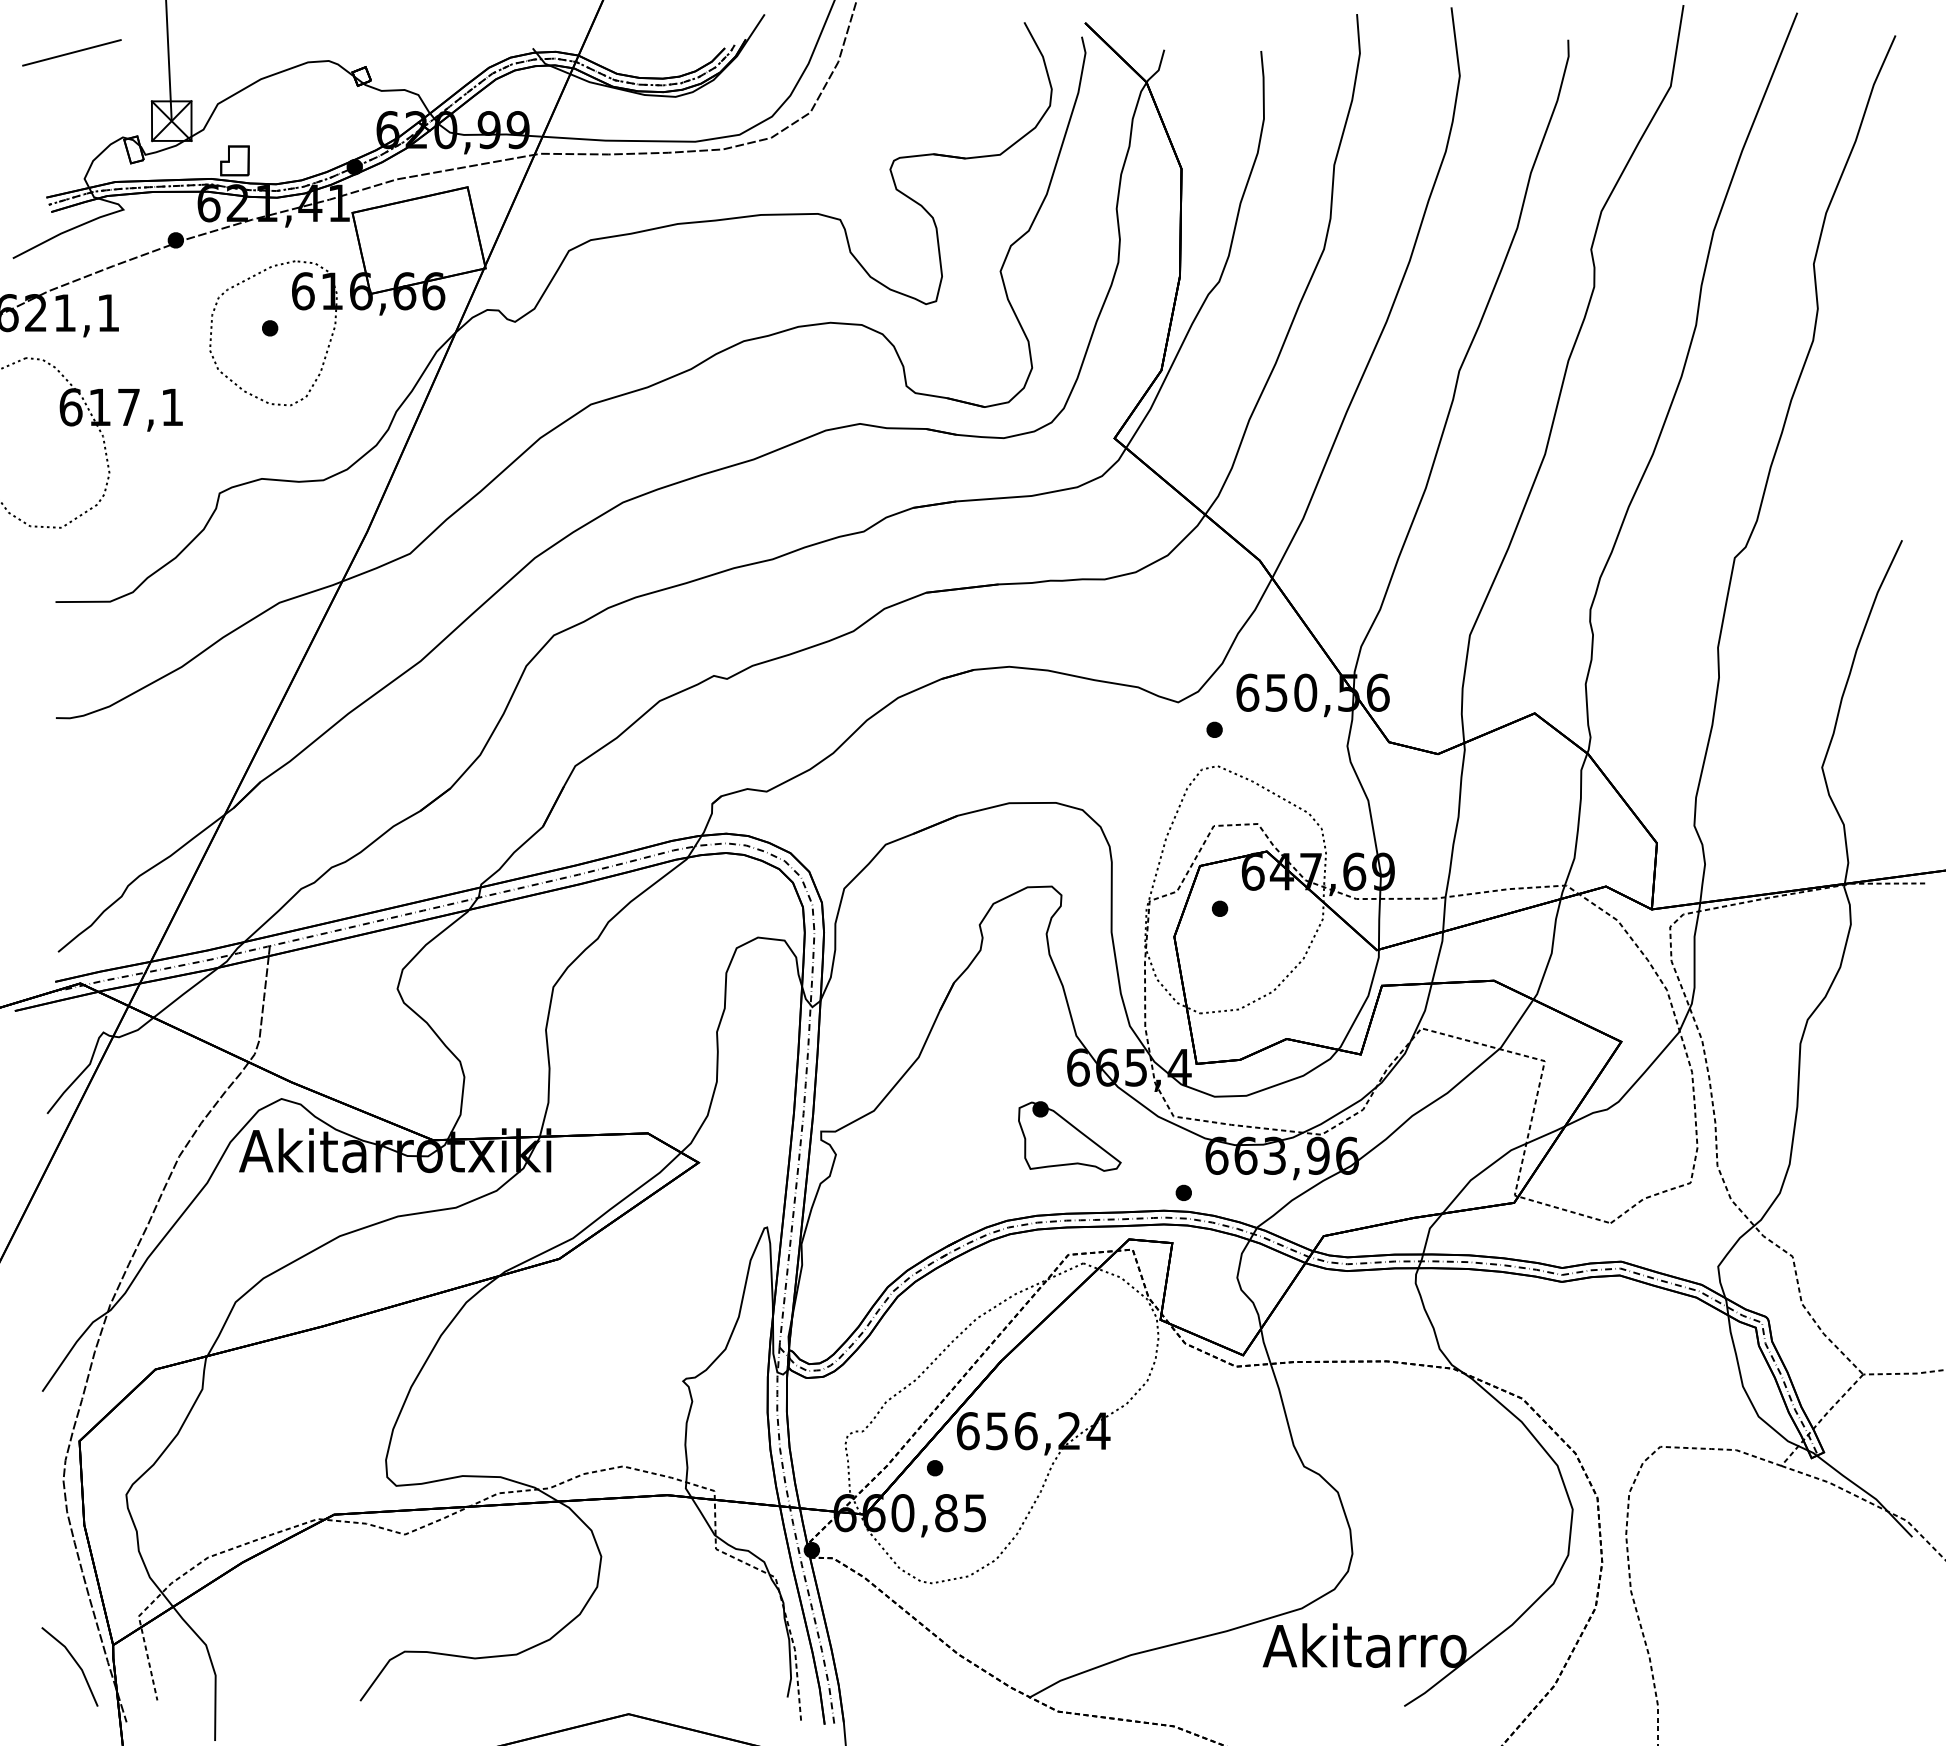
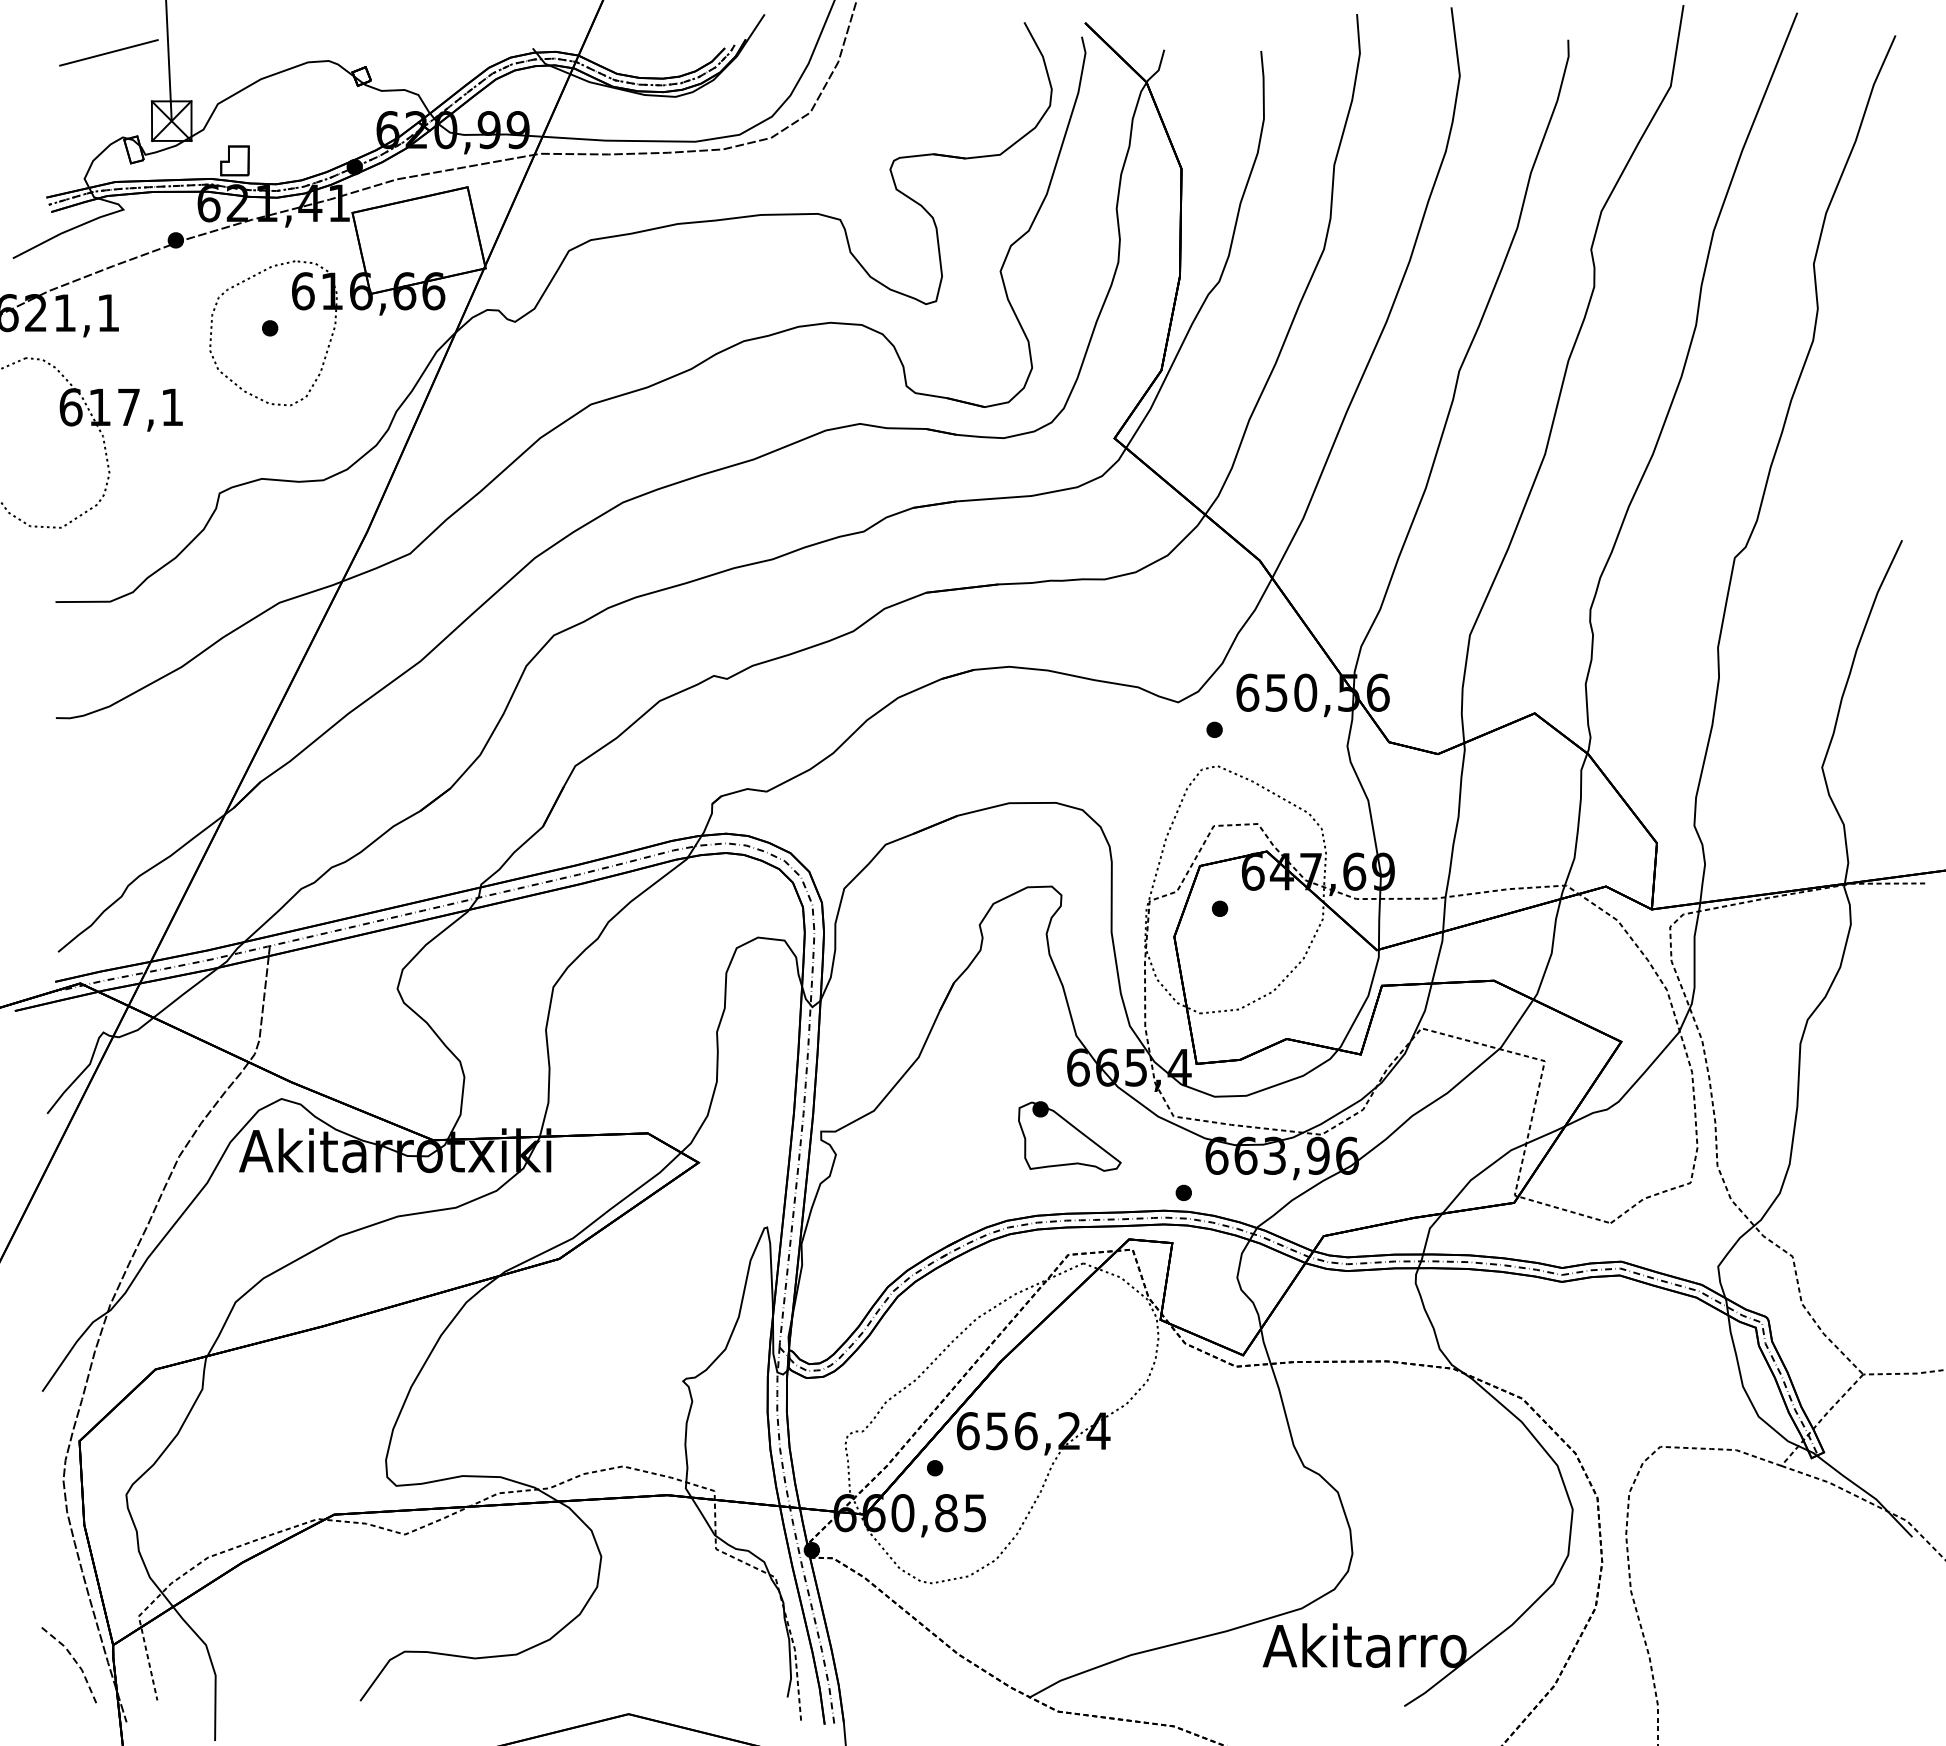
line at (71, 52) position: (71, 52) -> (108, 52)
line at (76, 1662): solid -> dashed
